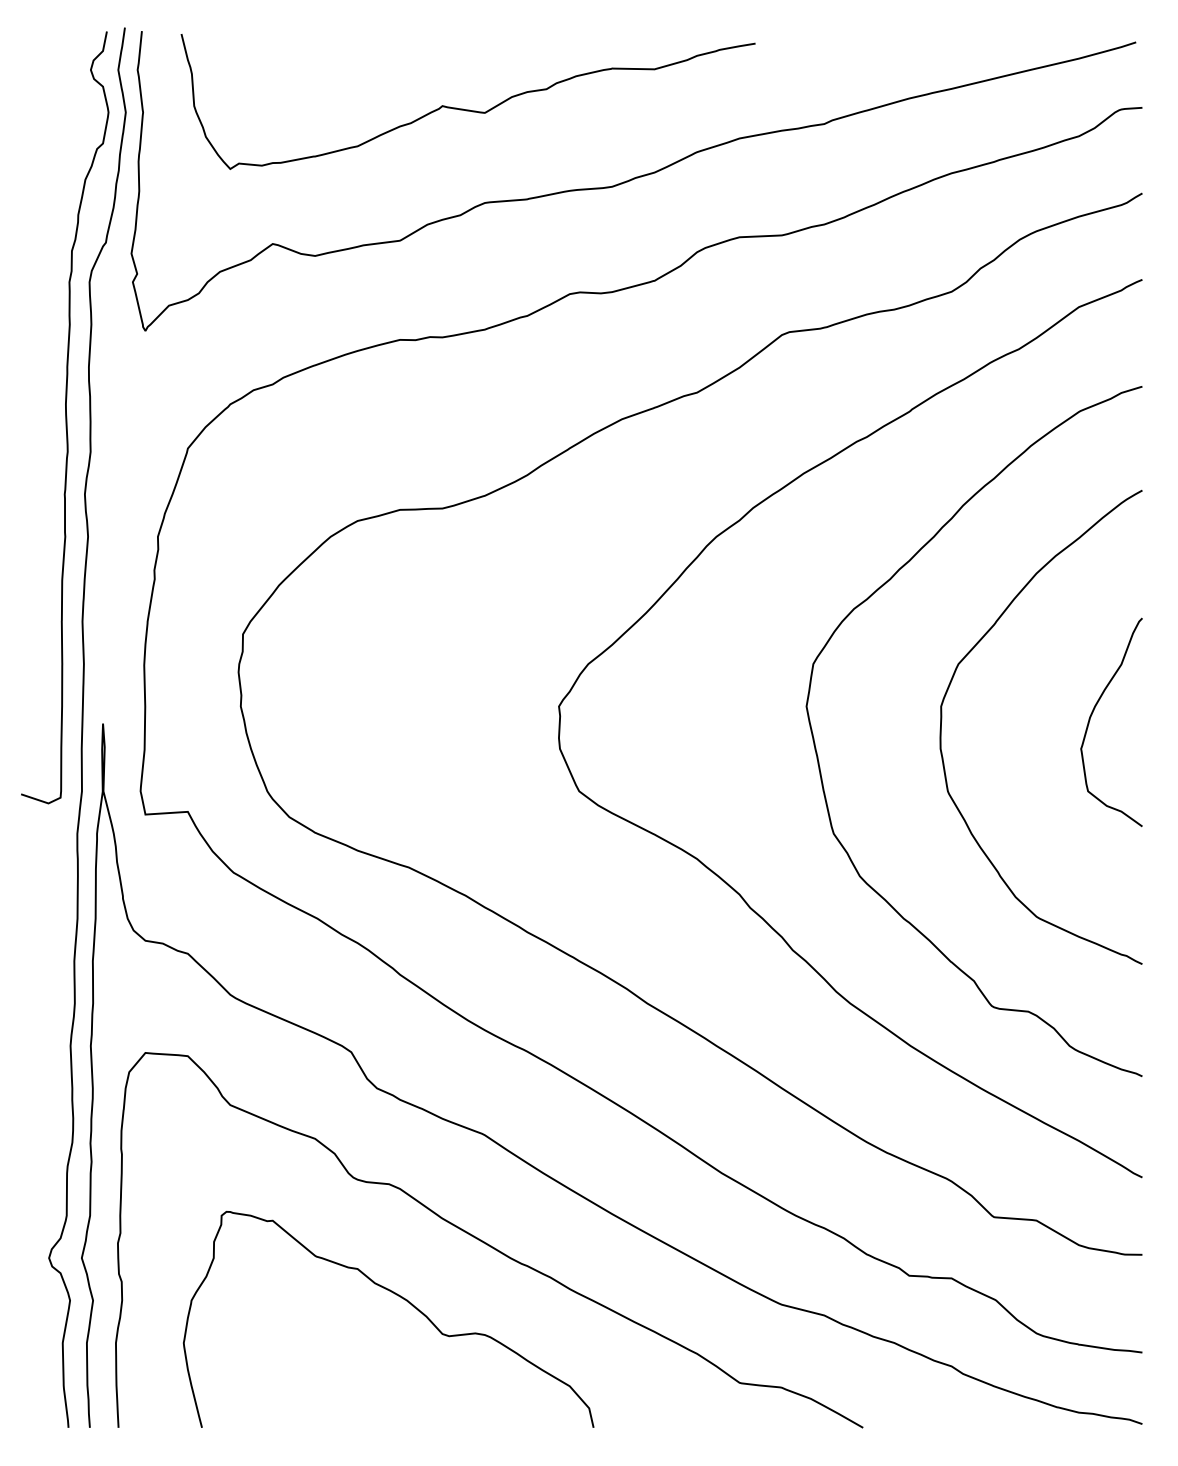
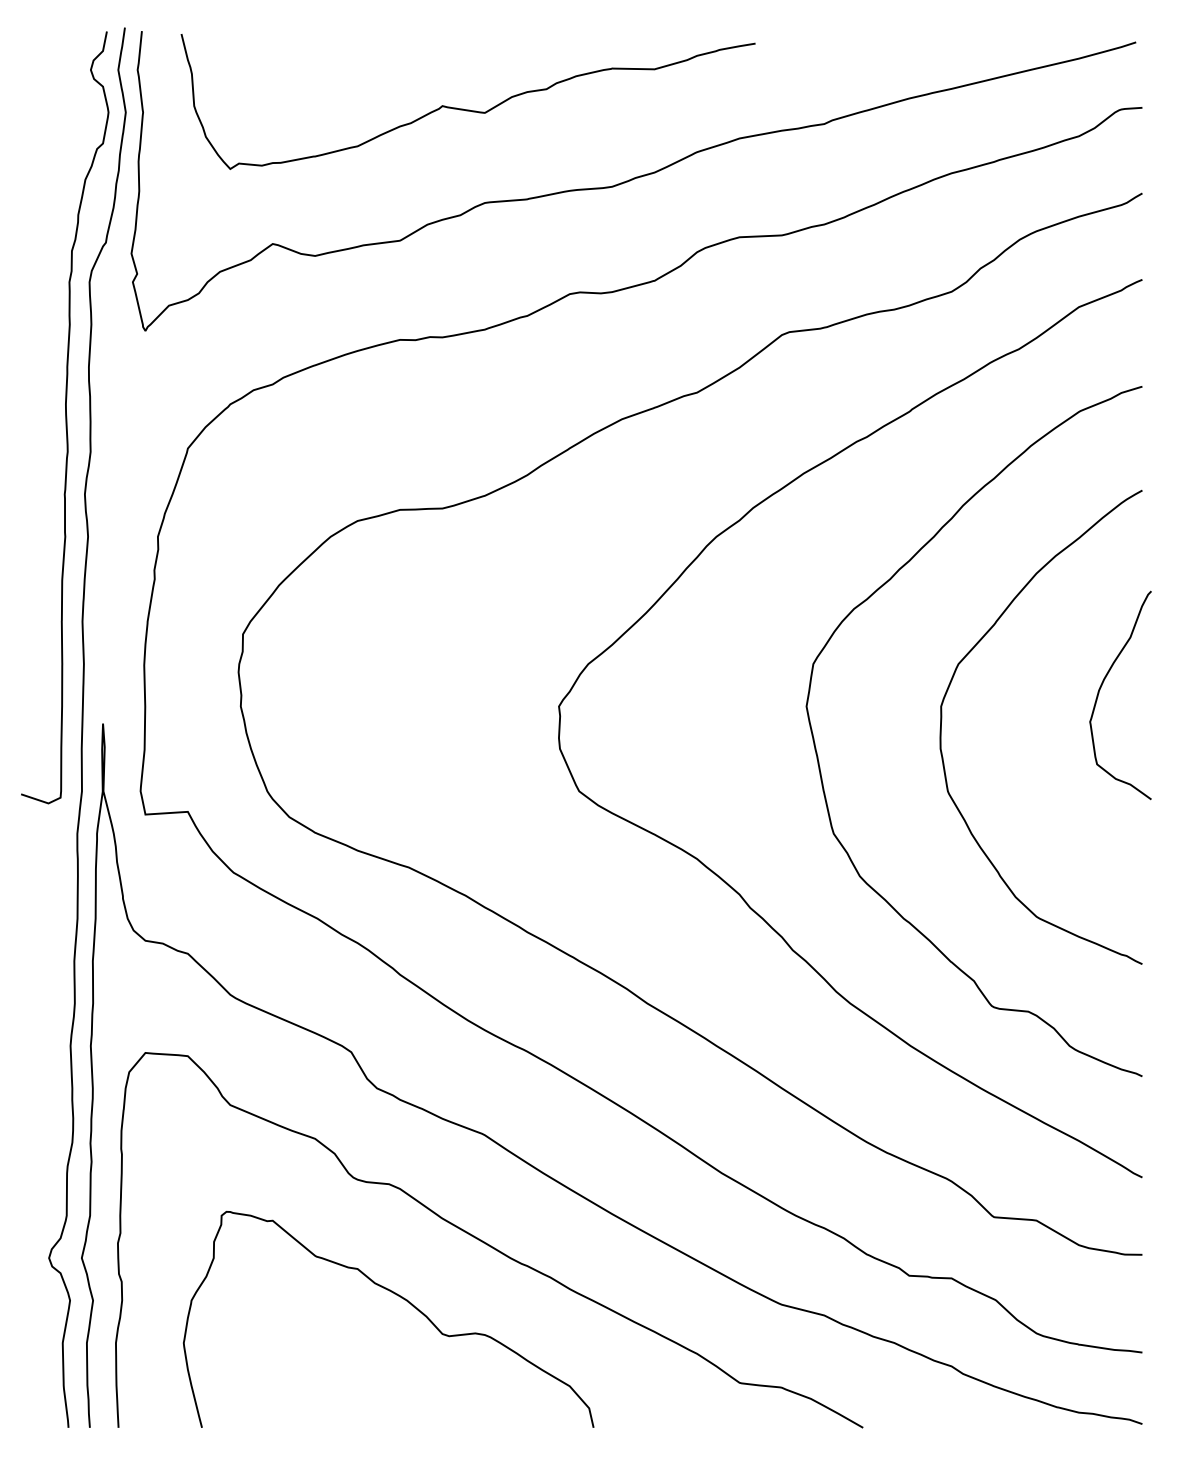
curve at (1093, 712) position: (1093, 712) -> (1102, 685)
